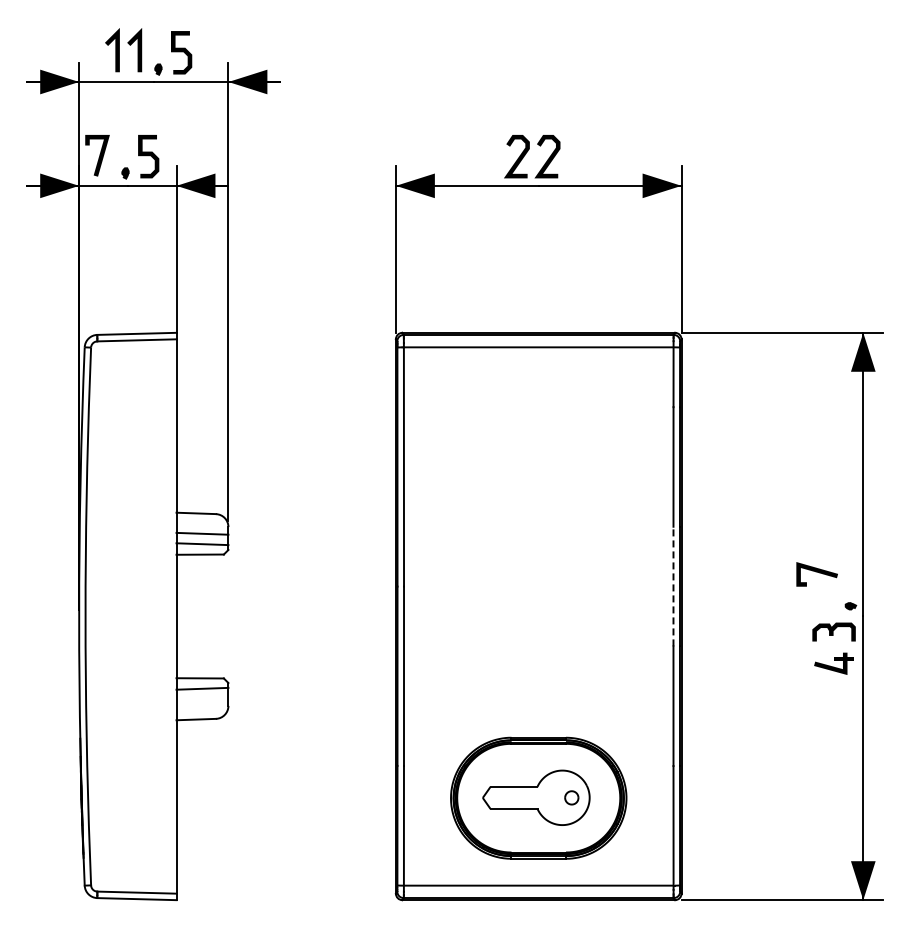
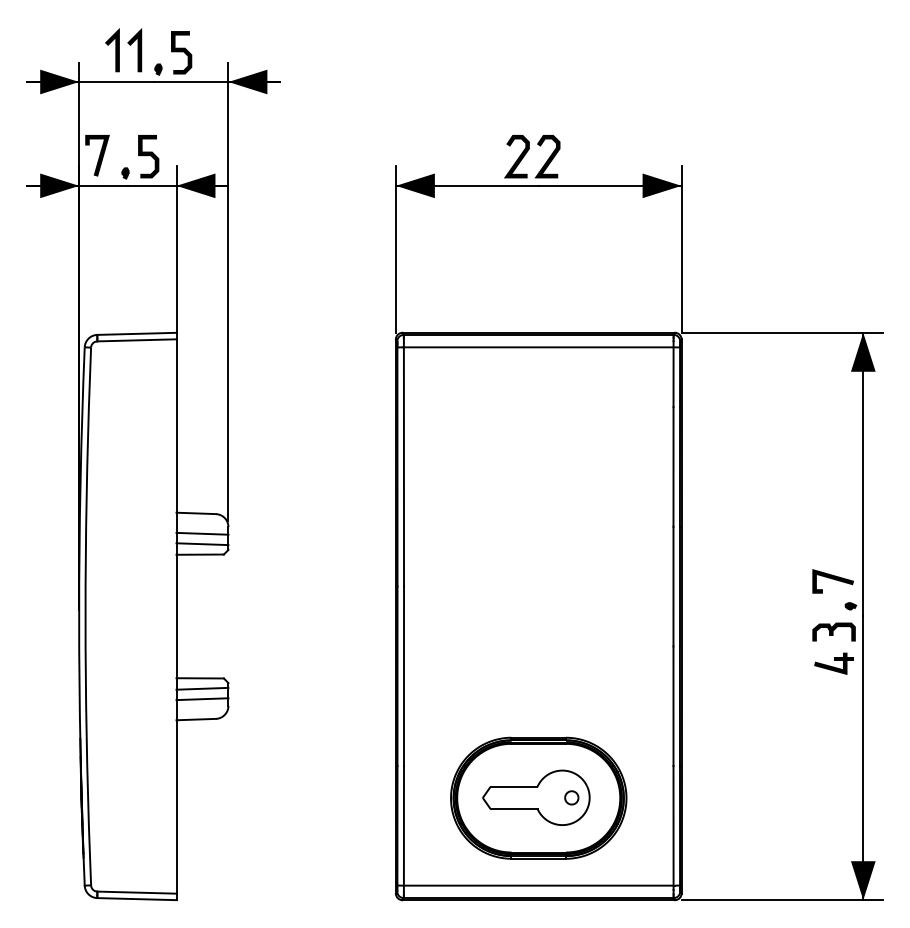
line at (816, 572) position: (816, 572) -> (832, 579)
line at (673, 586): dashed -> solid
line at (202, 699): none -> present
